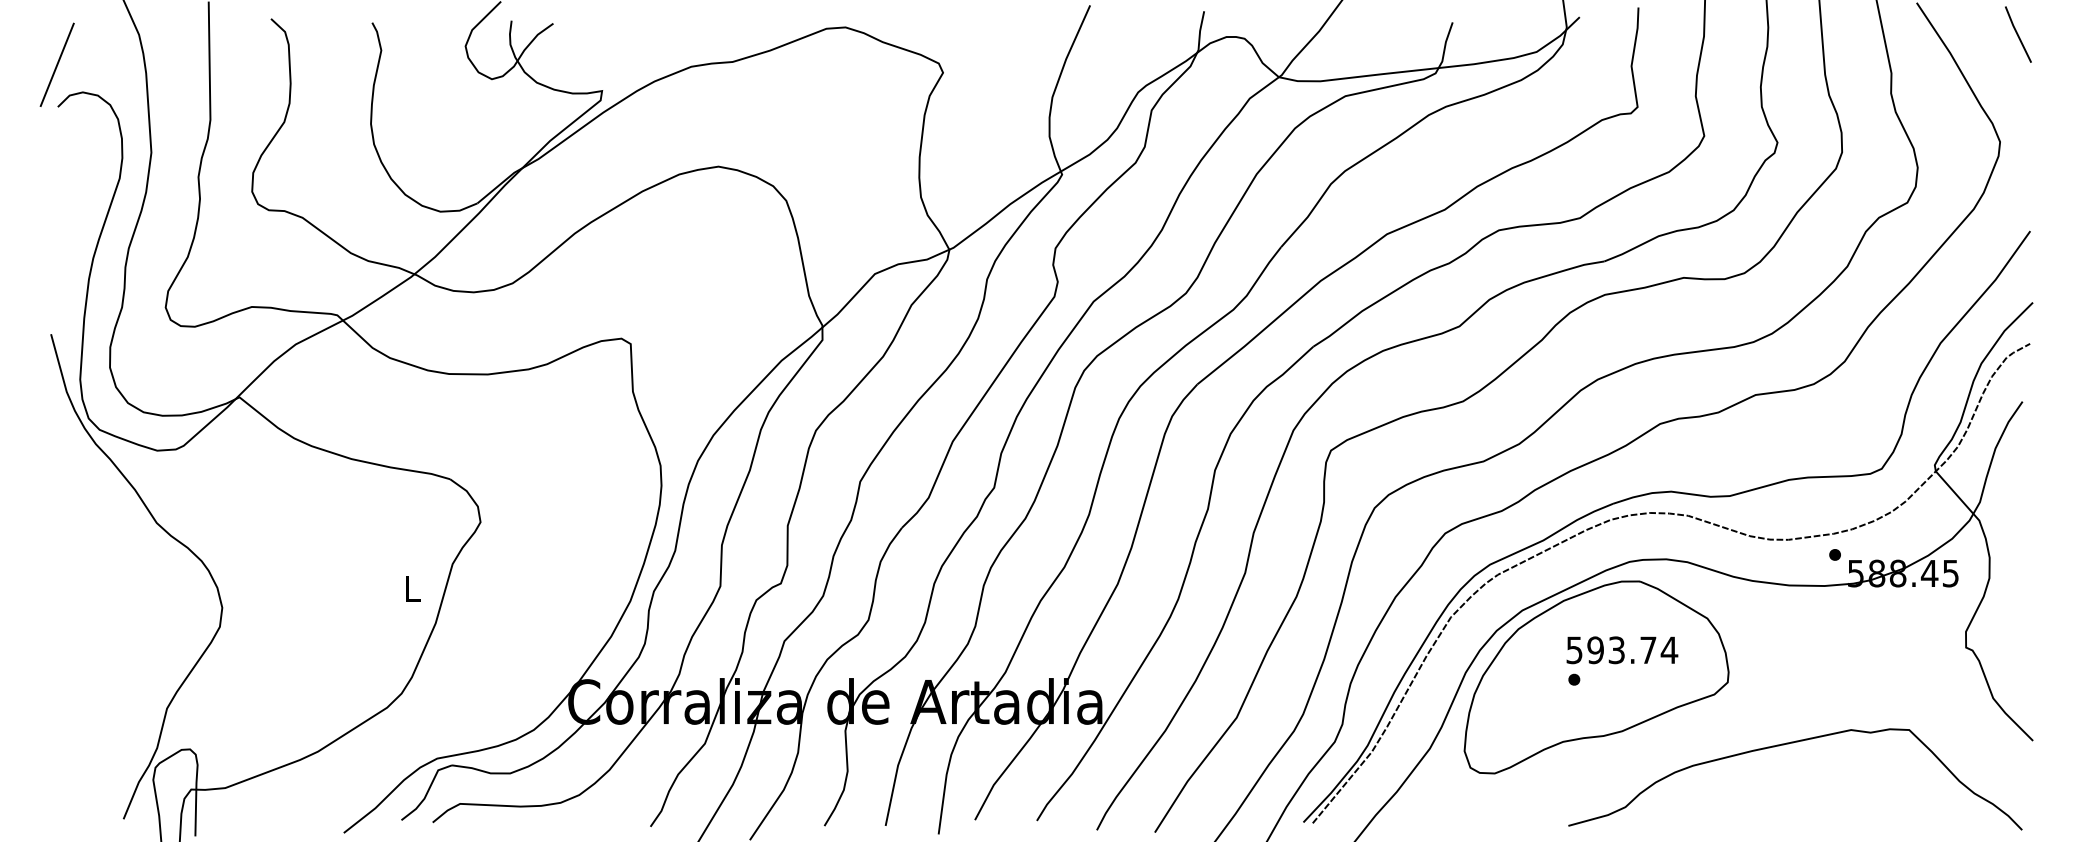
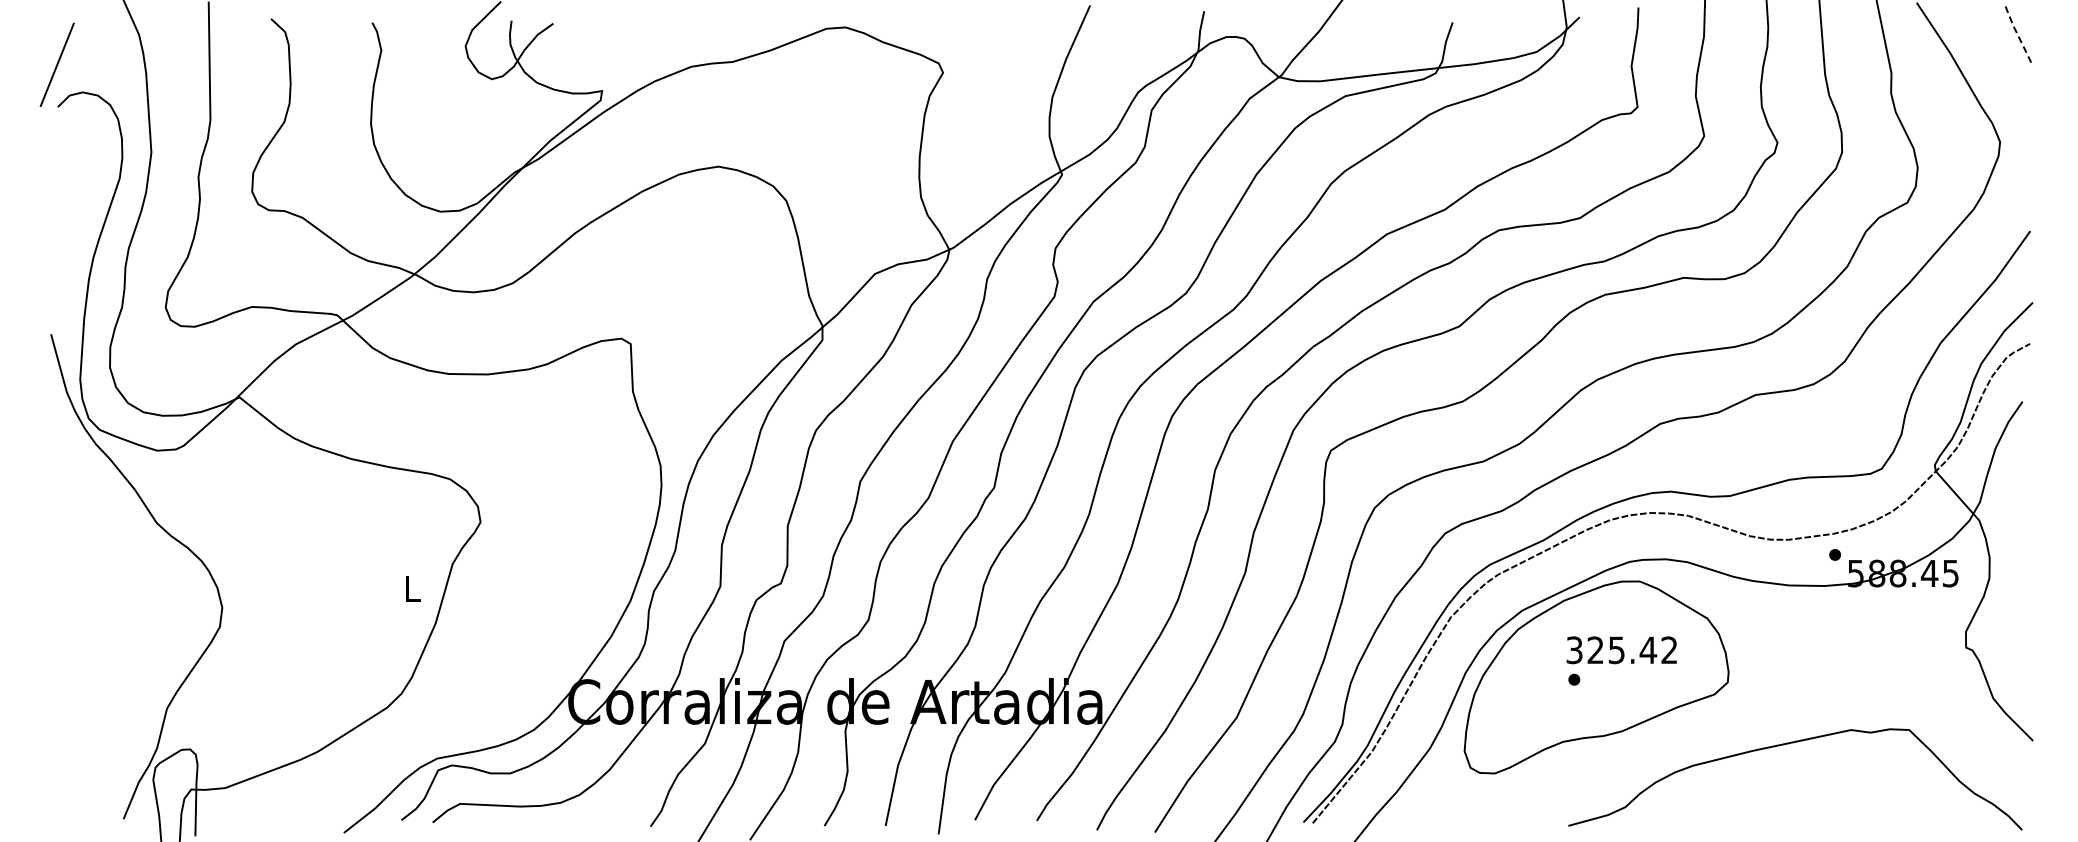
line at (2017, 34): solid -> dashed
text at (1622, 650): 593.74 -> 325.42
